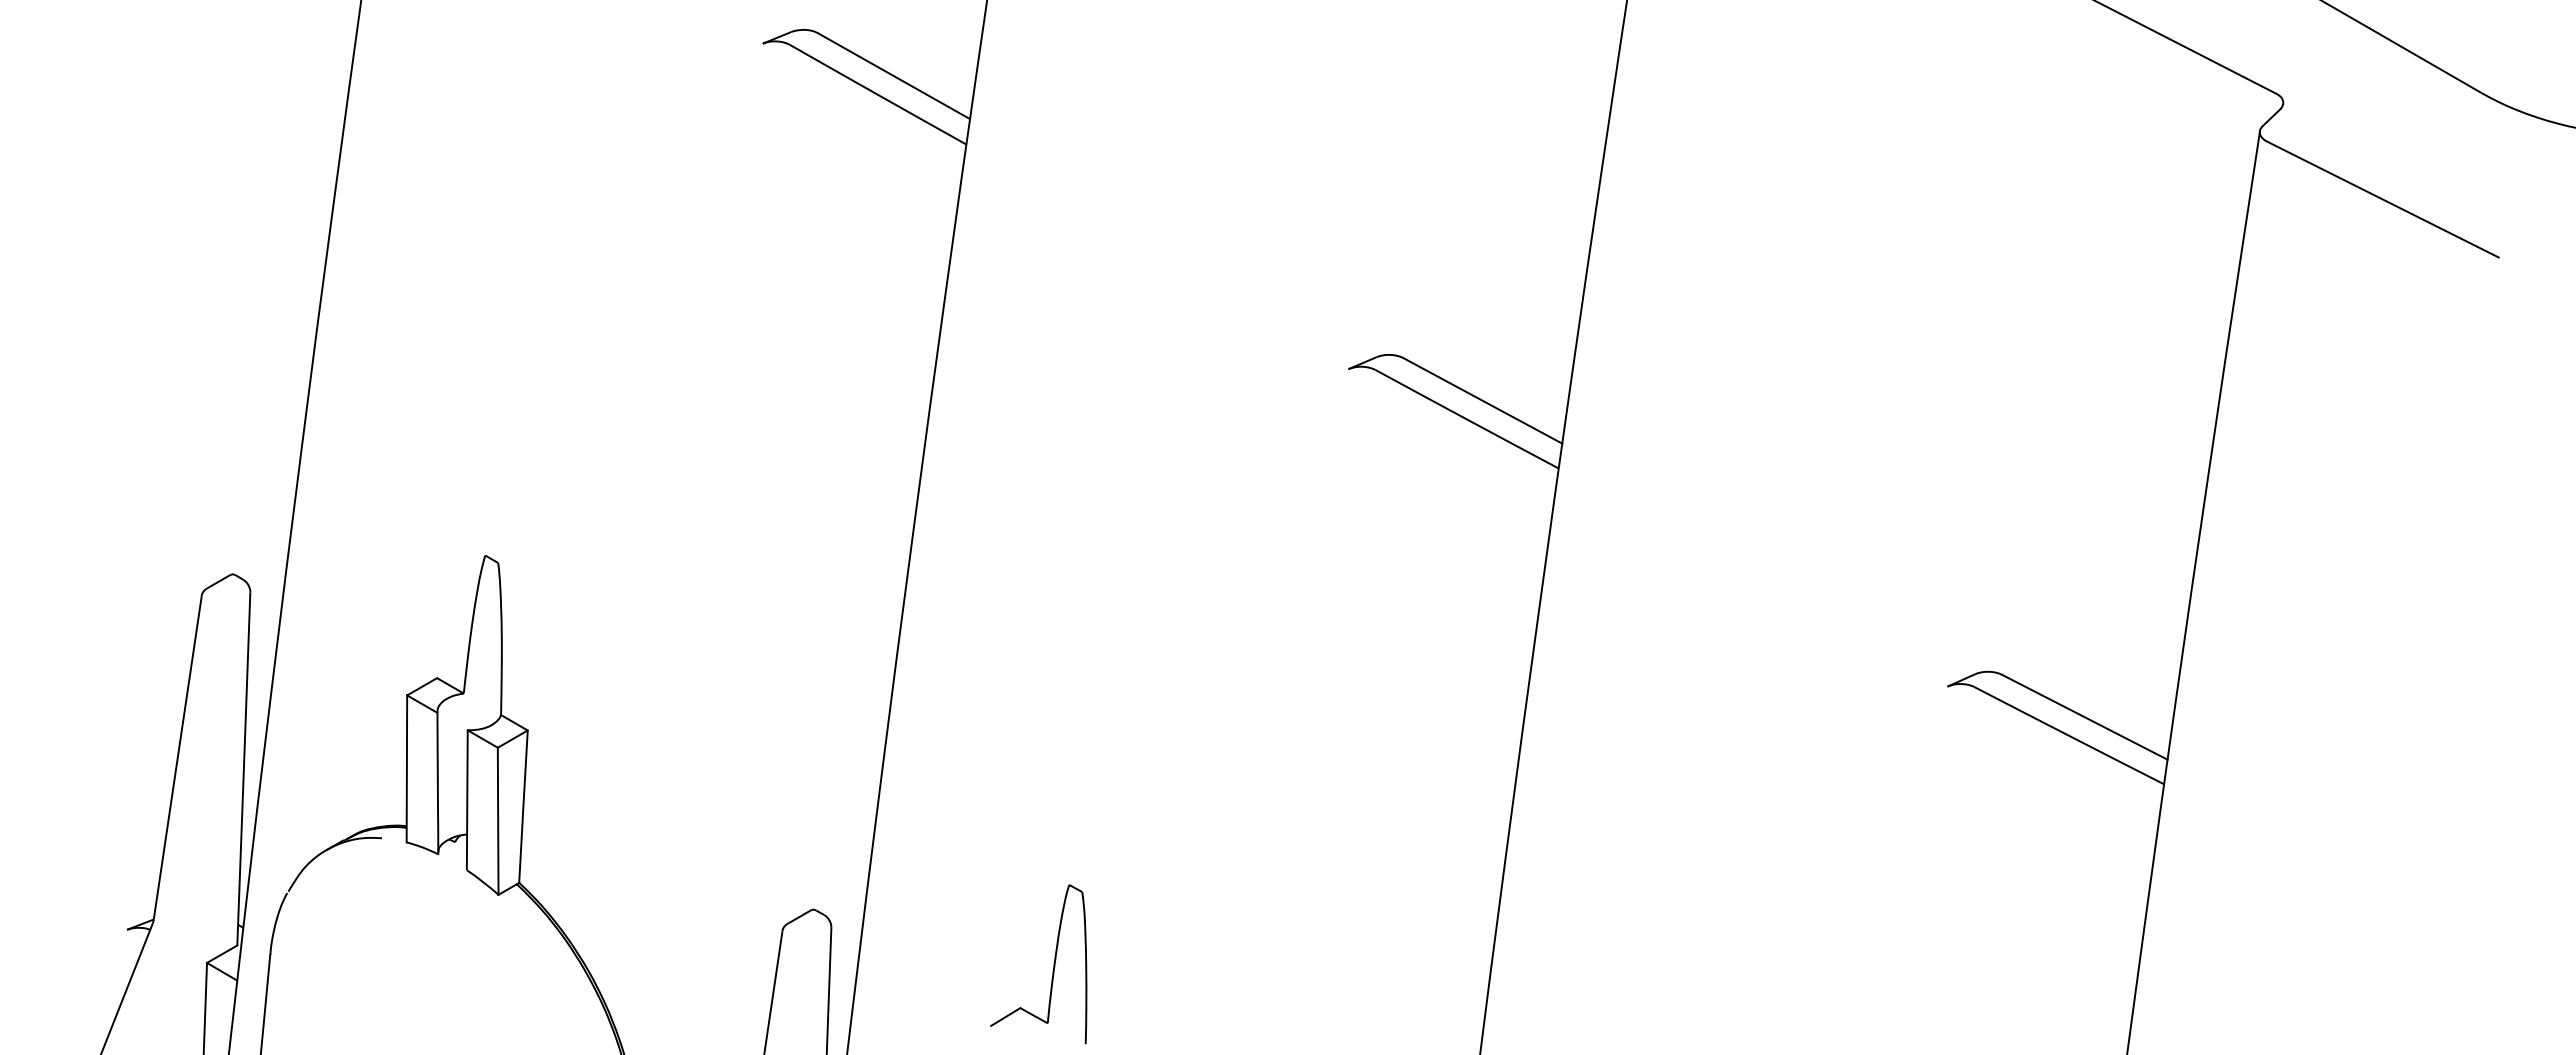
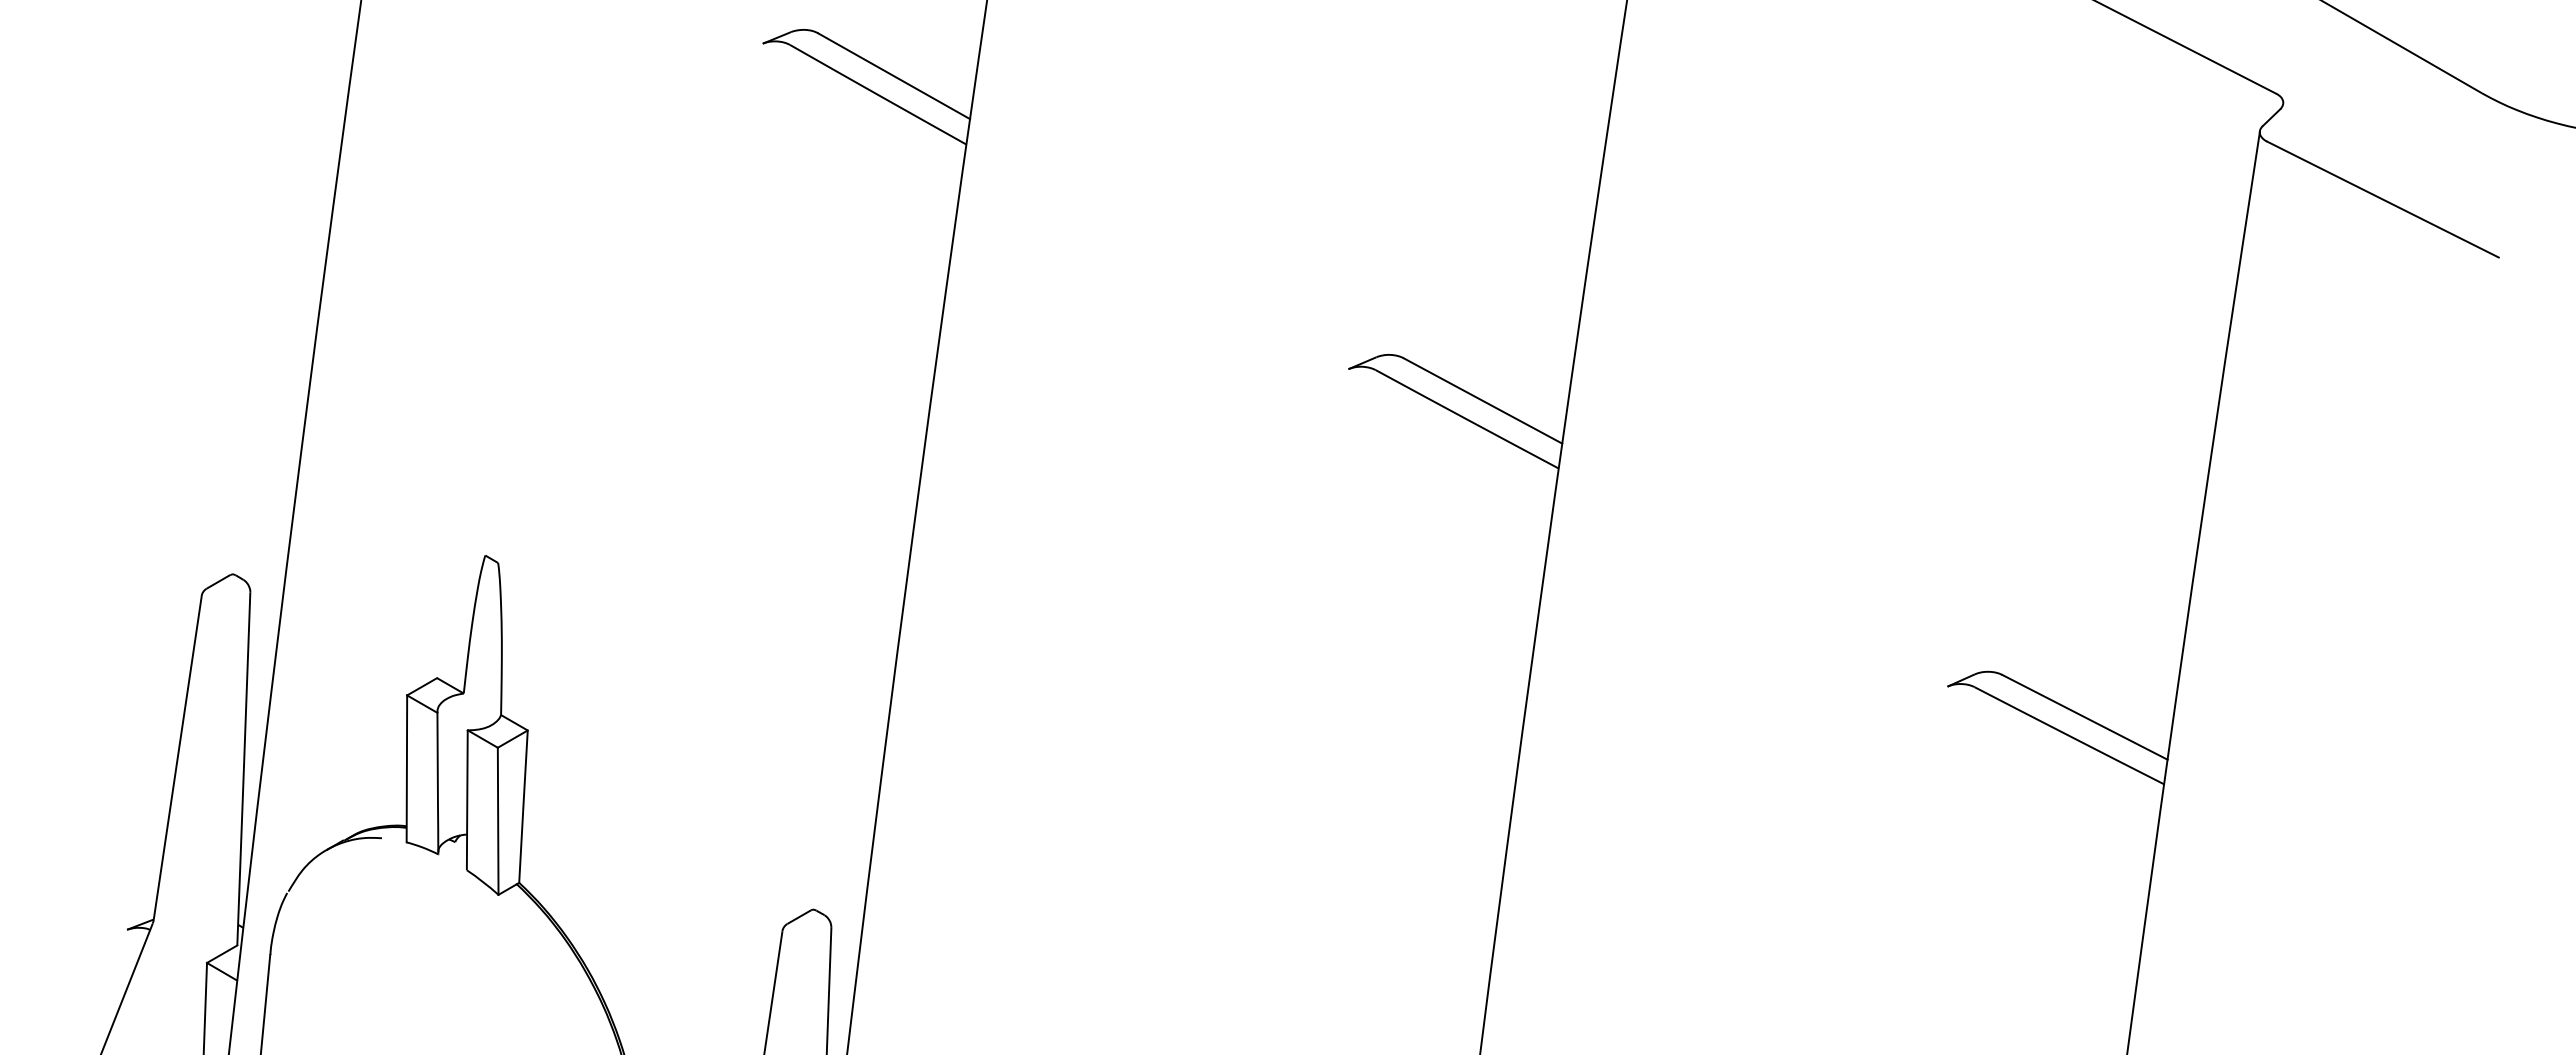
part at (1053, 964): present -> none
